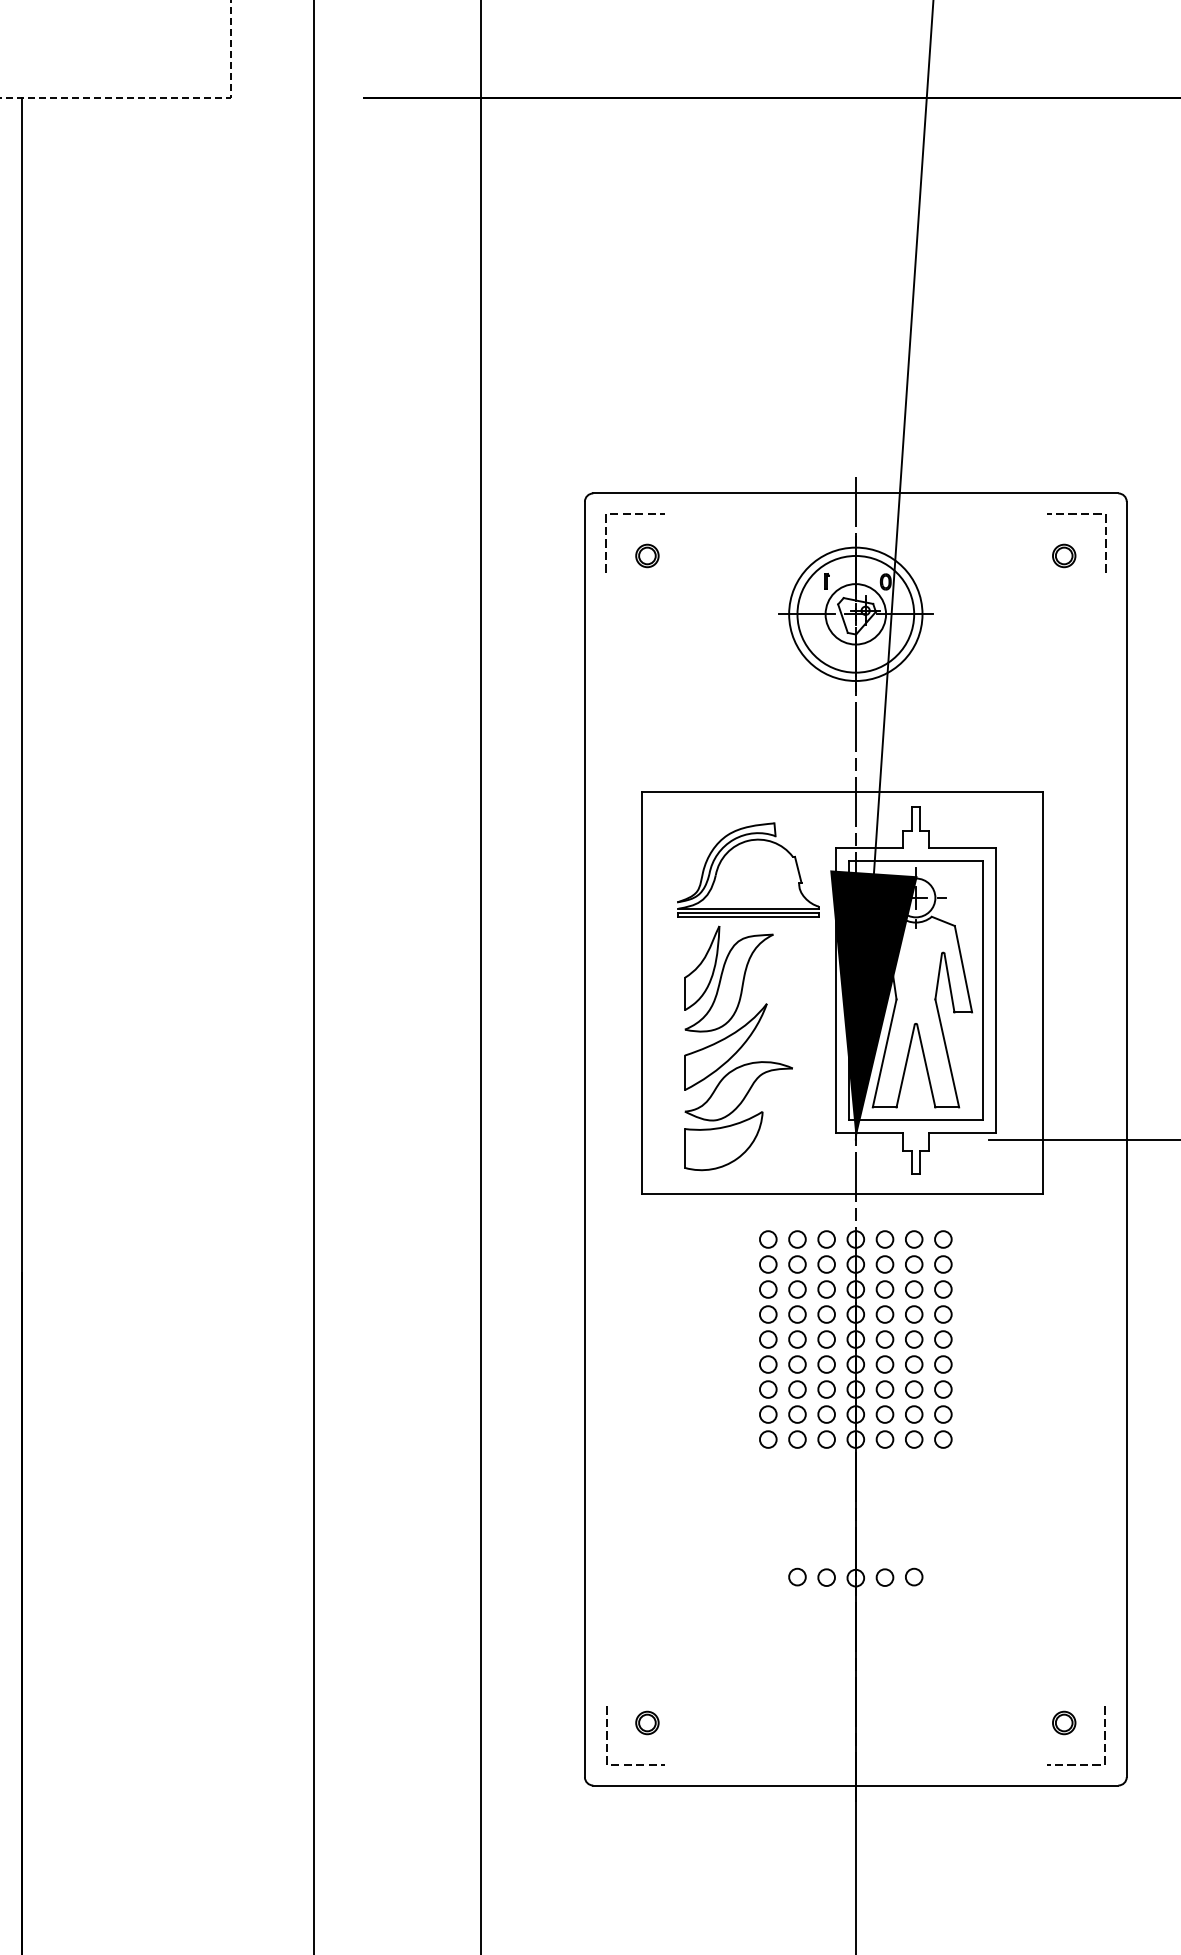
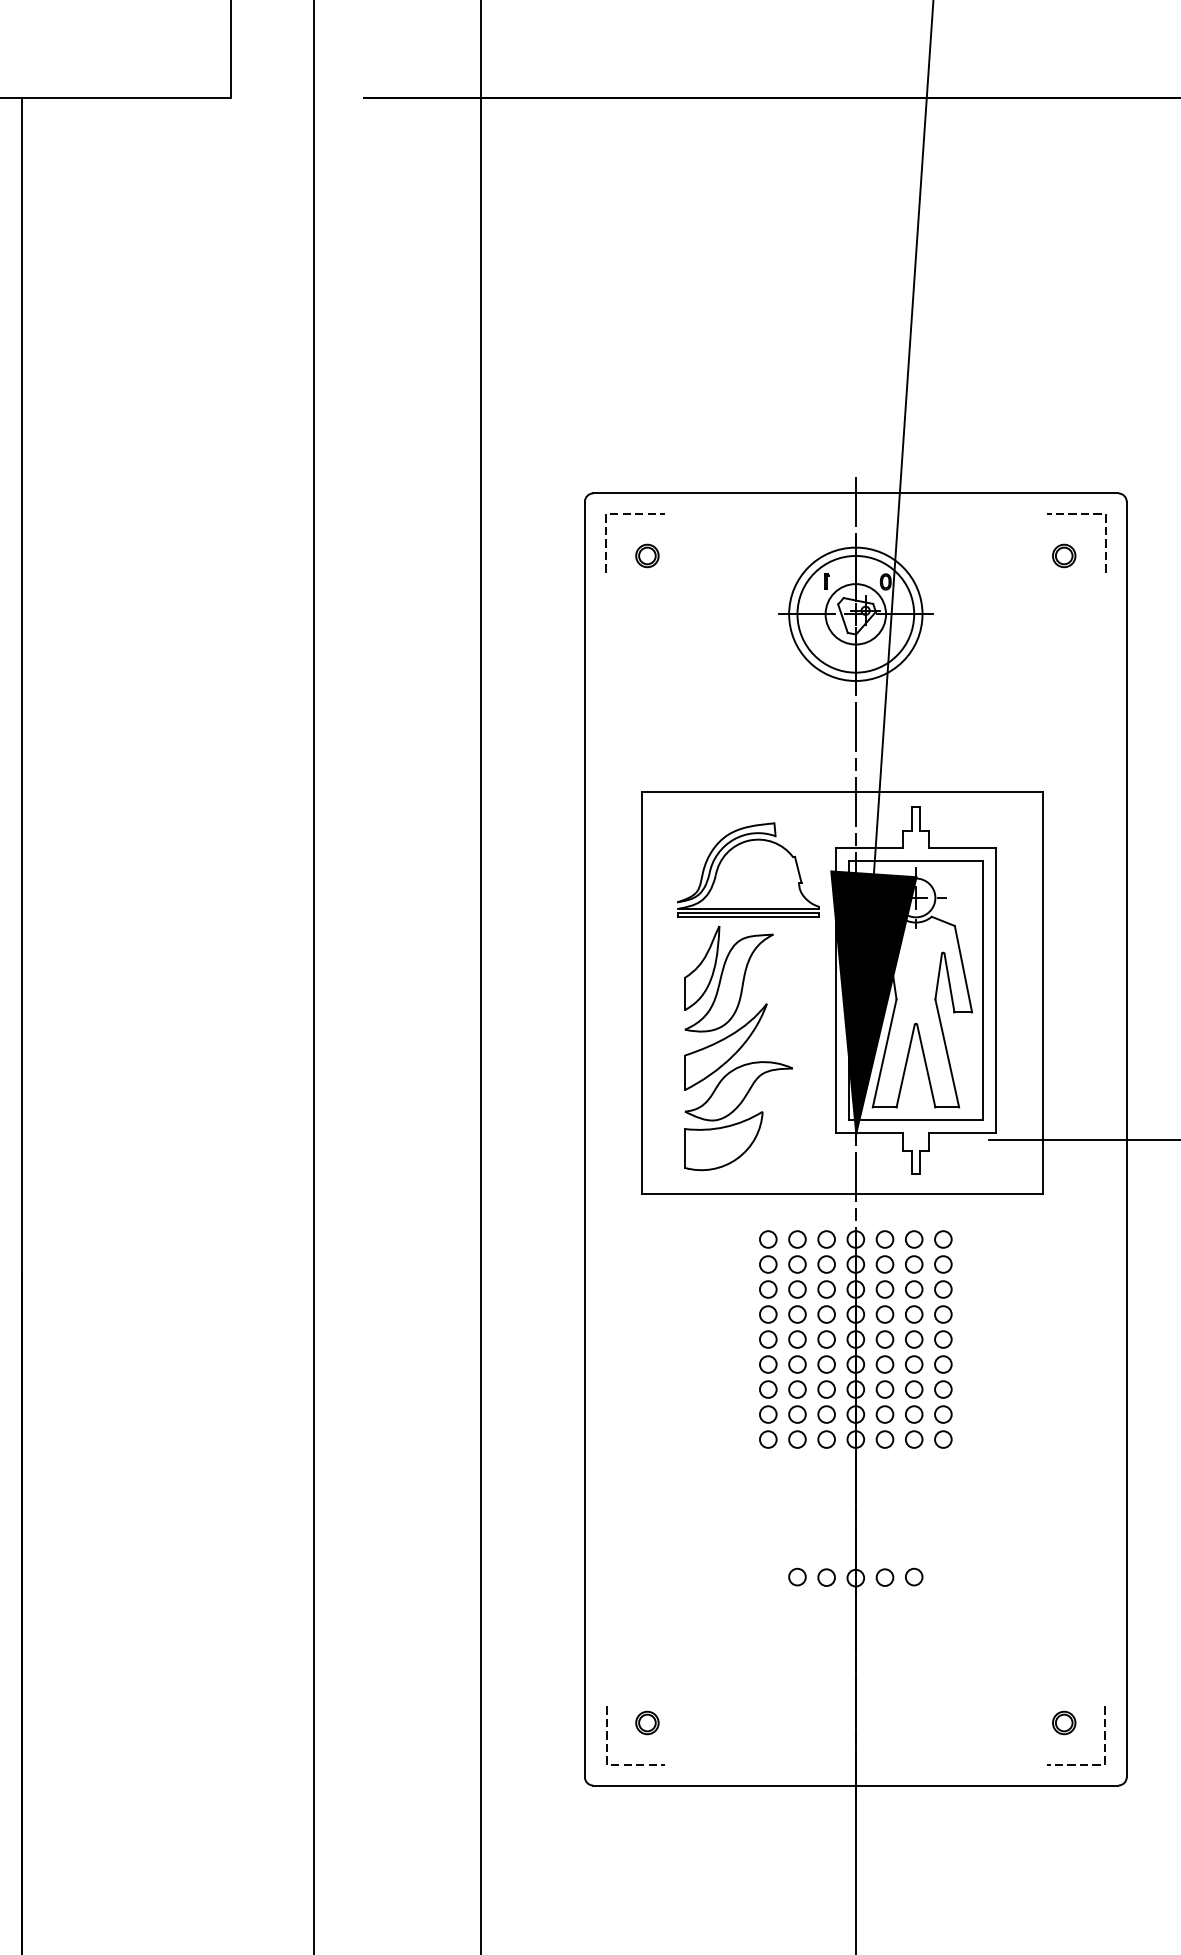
line at (164, 97): dashed -> solid
